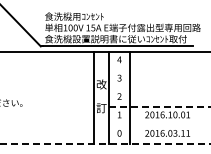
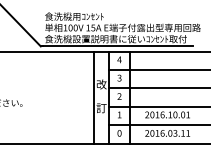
line at (158, 69): none -> present
line at (158, 88): none -> present
line at (160, 106): dashed -> solid
line at (158, 125): none -> present
line at (105, 143): dashed -> solid
